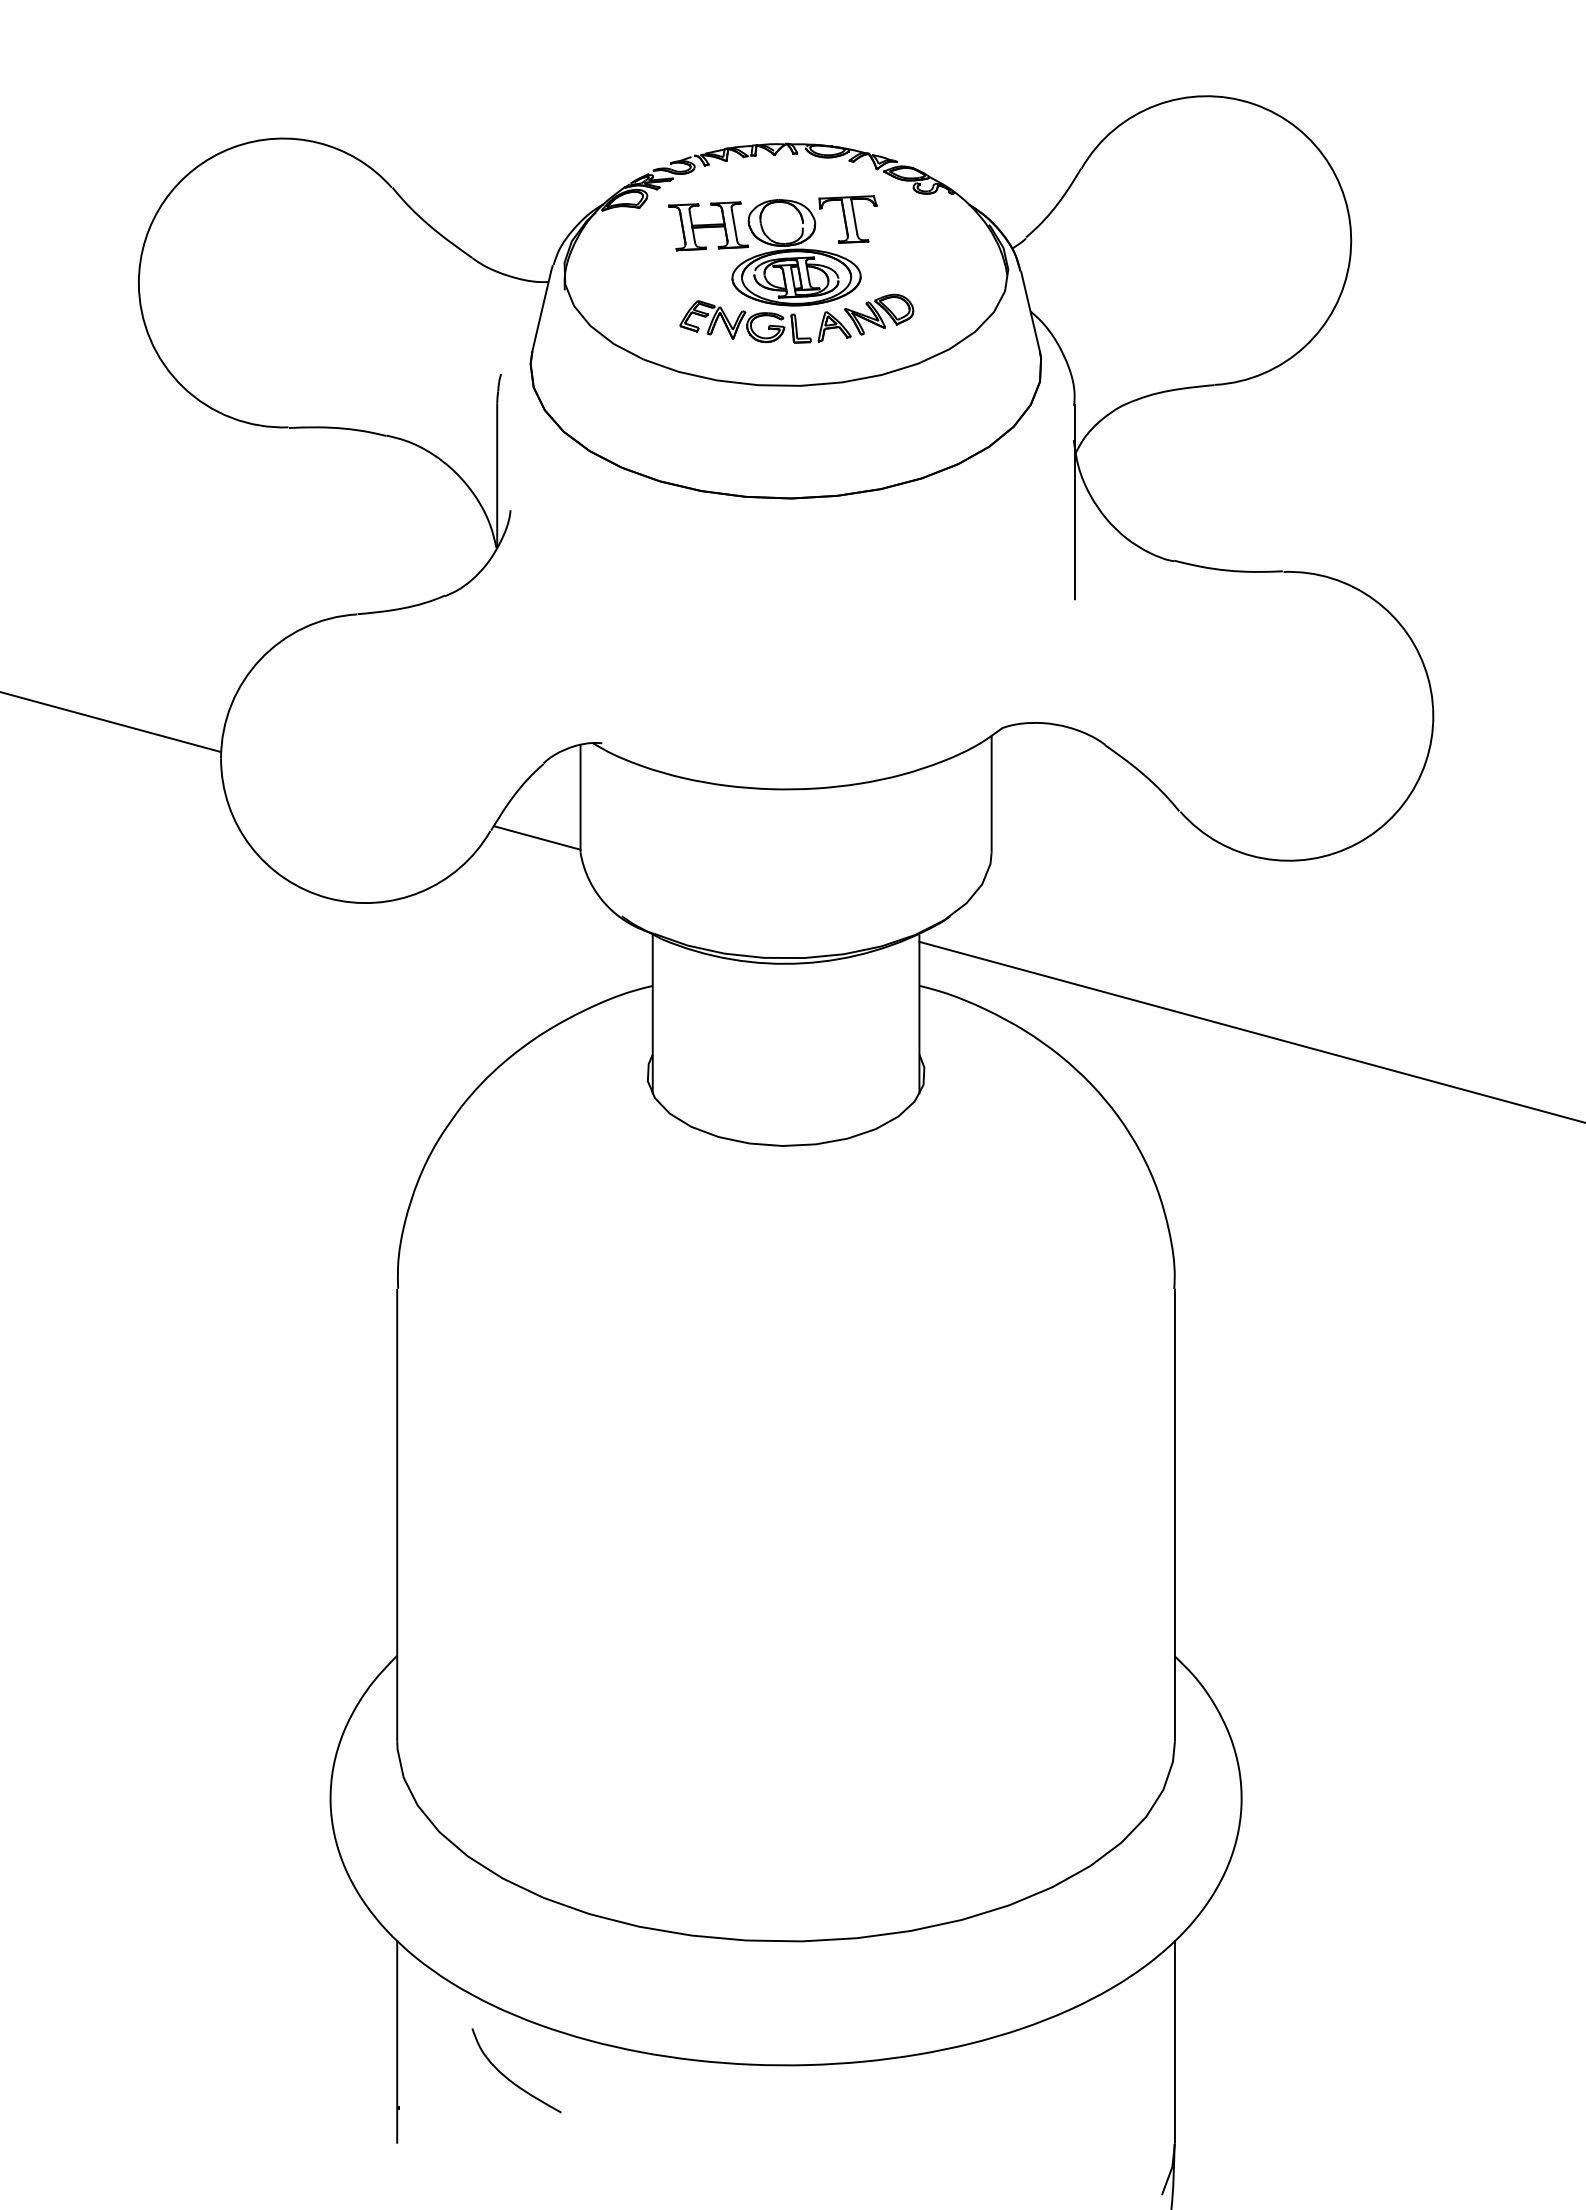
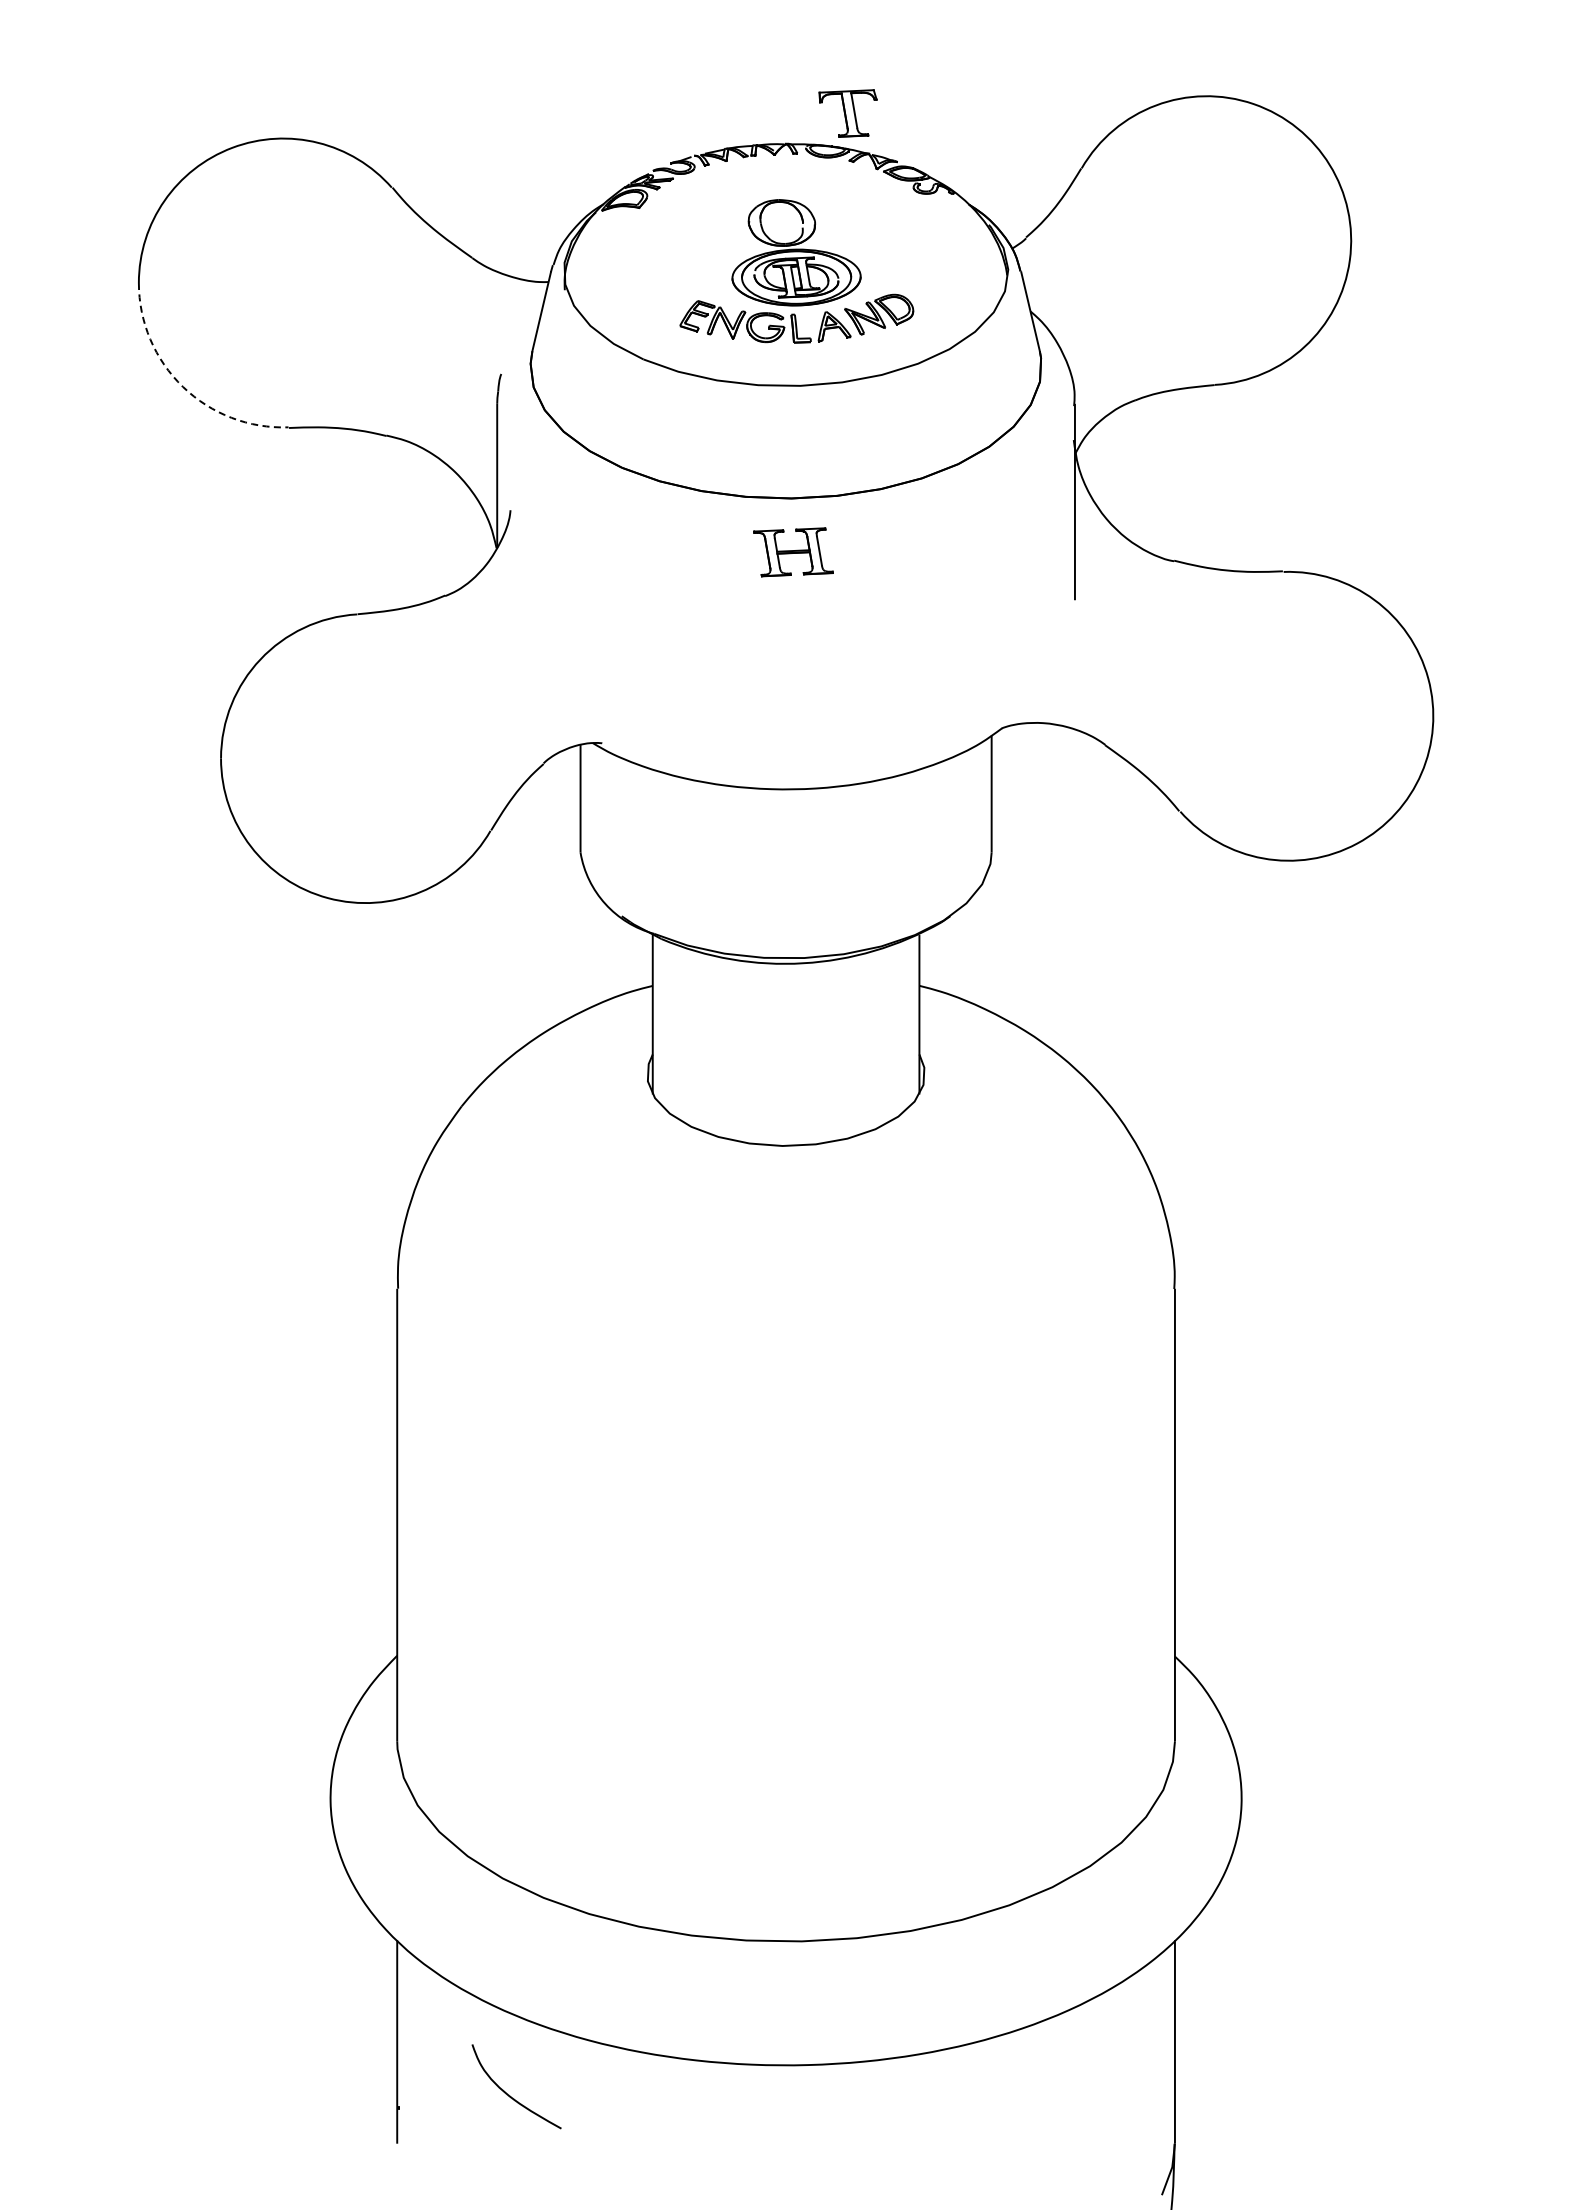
part at (847, 219) position: (847, 219) -> (847, 113)
part at (708, 226) position: (708, 226) -> (793, 552)
arc at (183, 386): solid -> dashed
line at (111, 722): present -> none
line at (536, 837): present -> none
line at (1250, 1031): present -> none
curve at (510, 2079) position: (510, 2079) -> (510, 2095)
